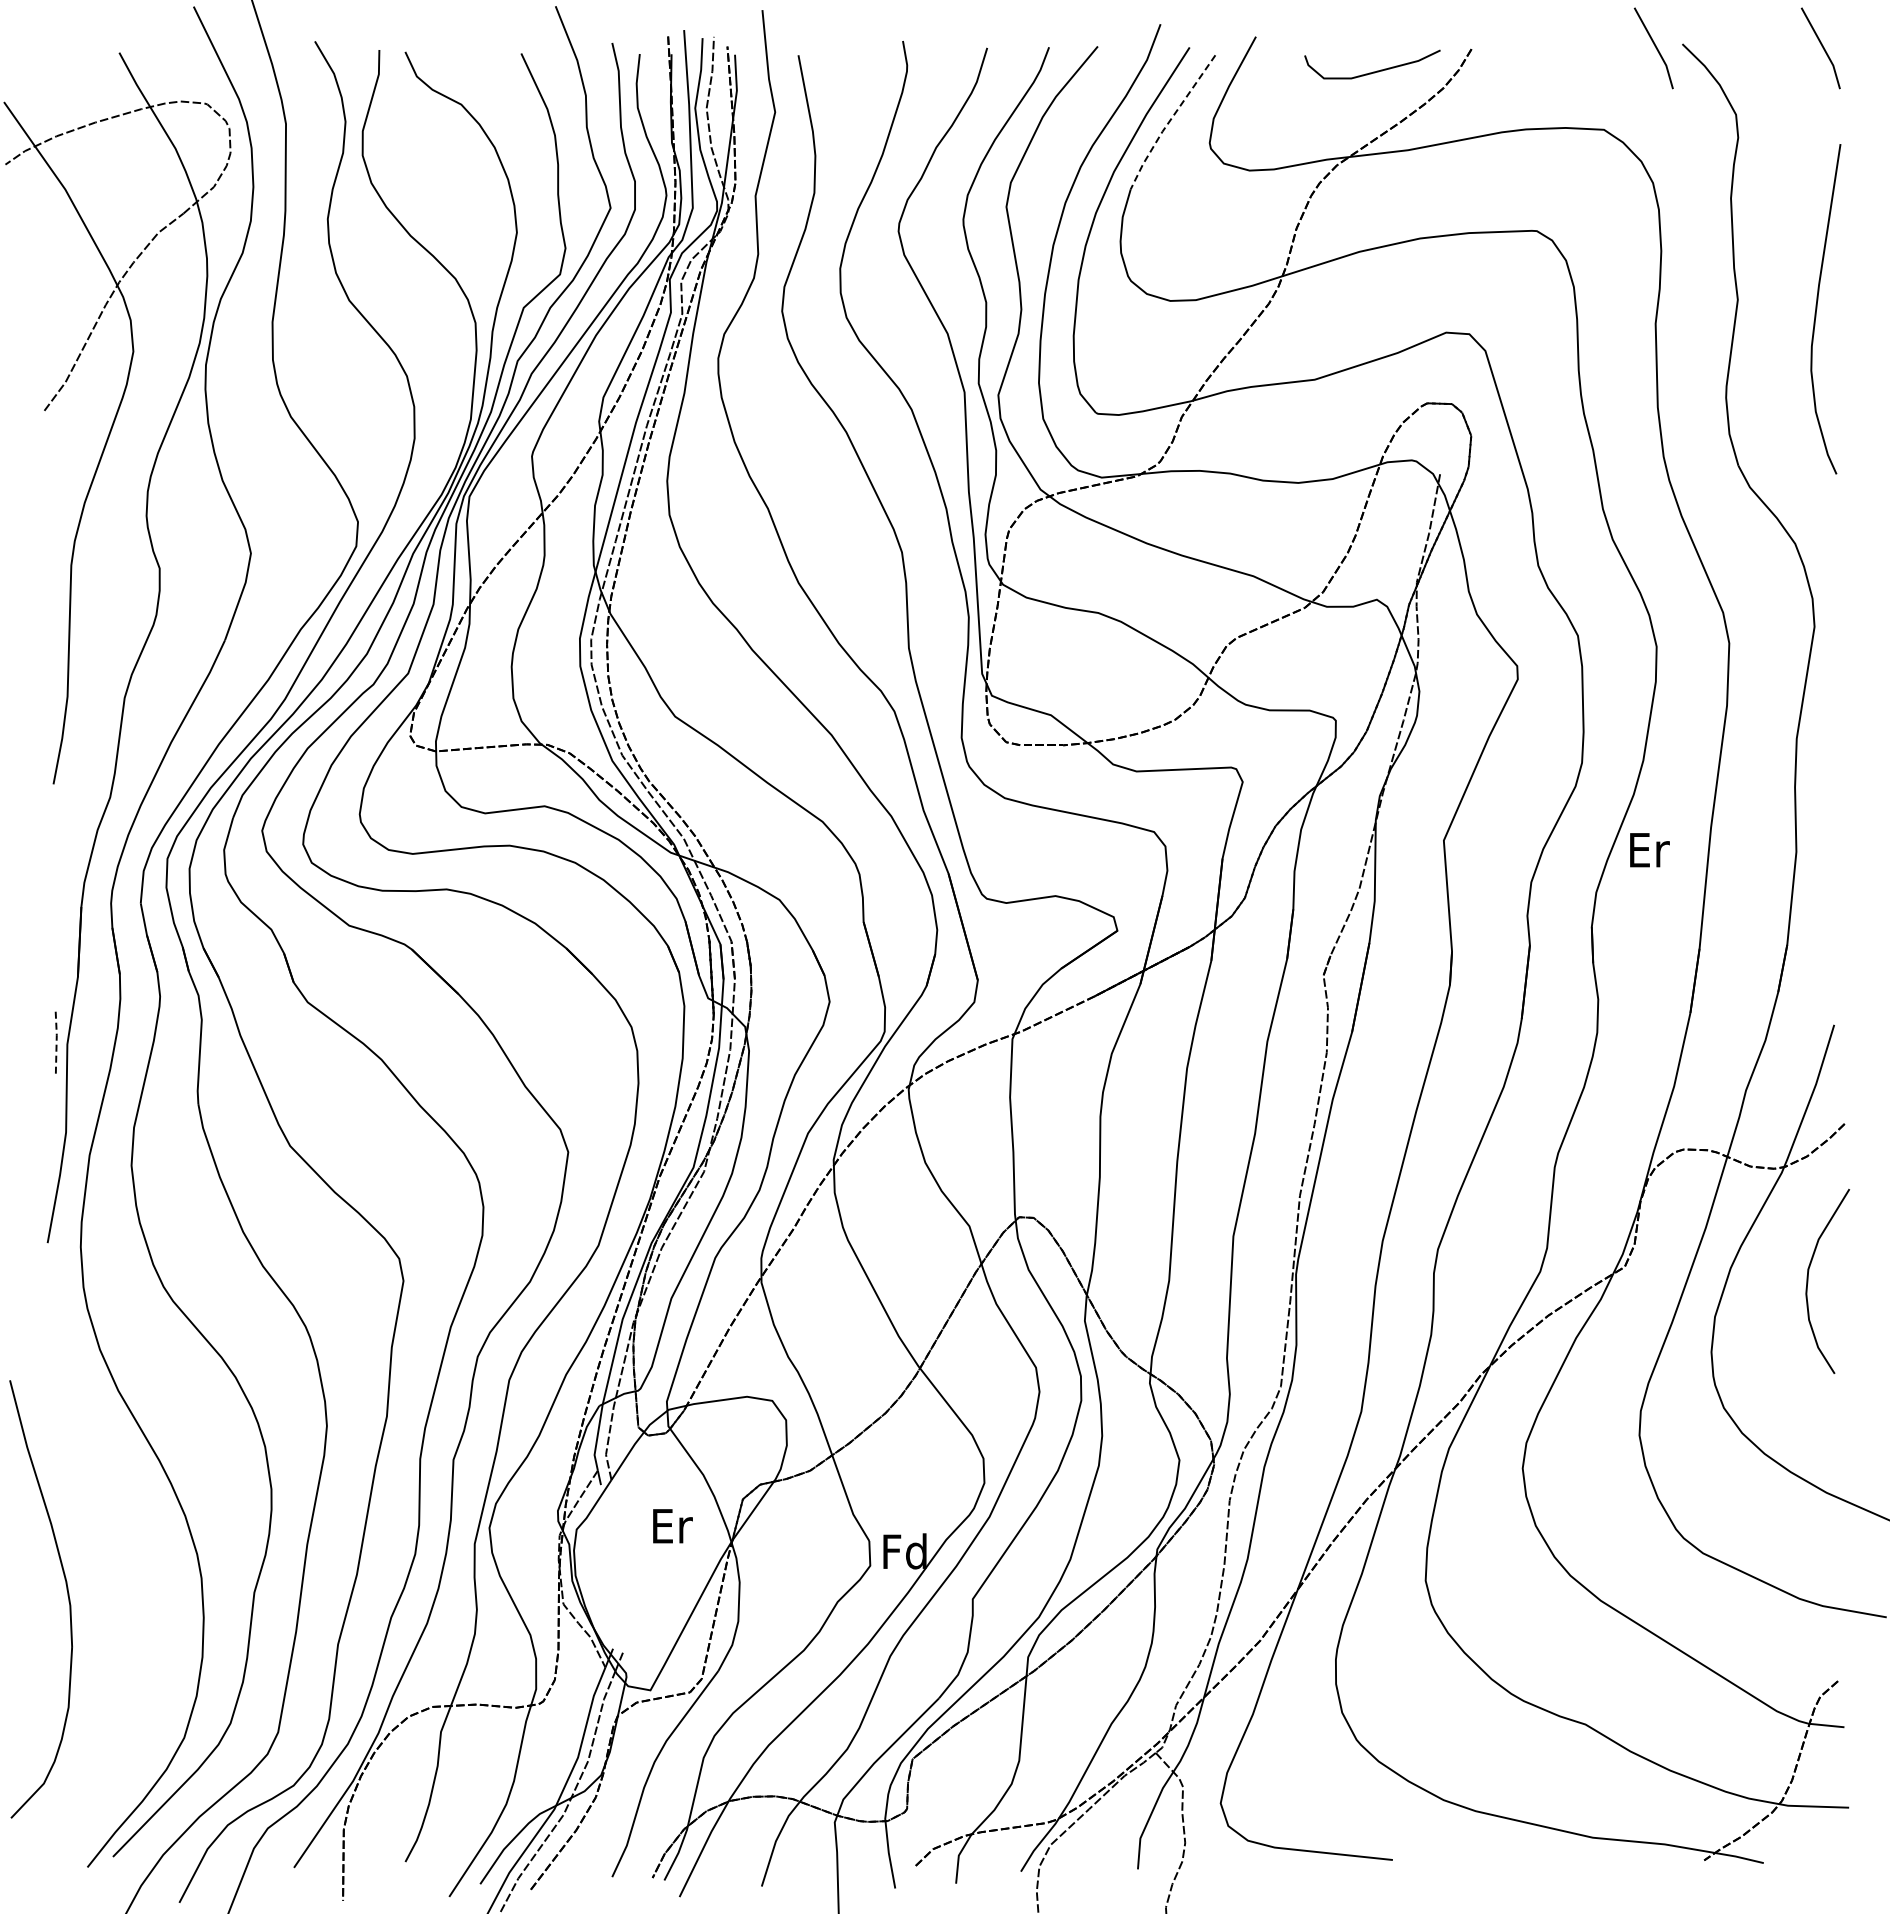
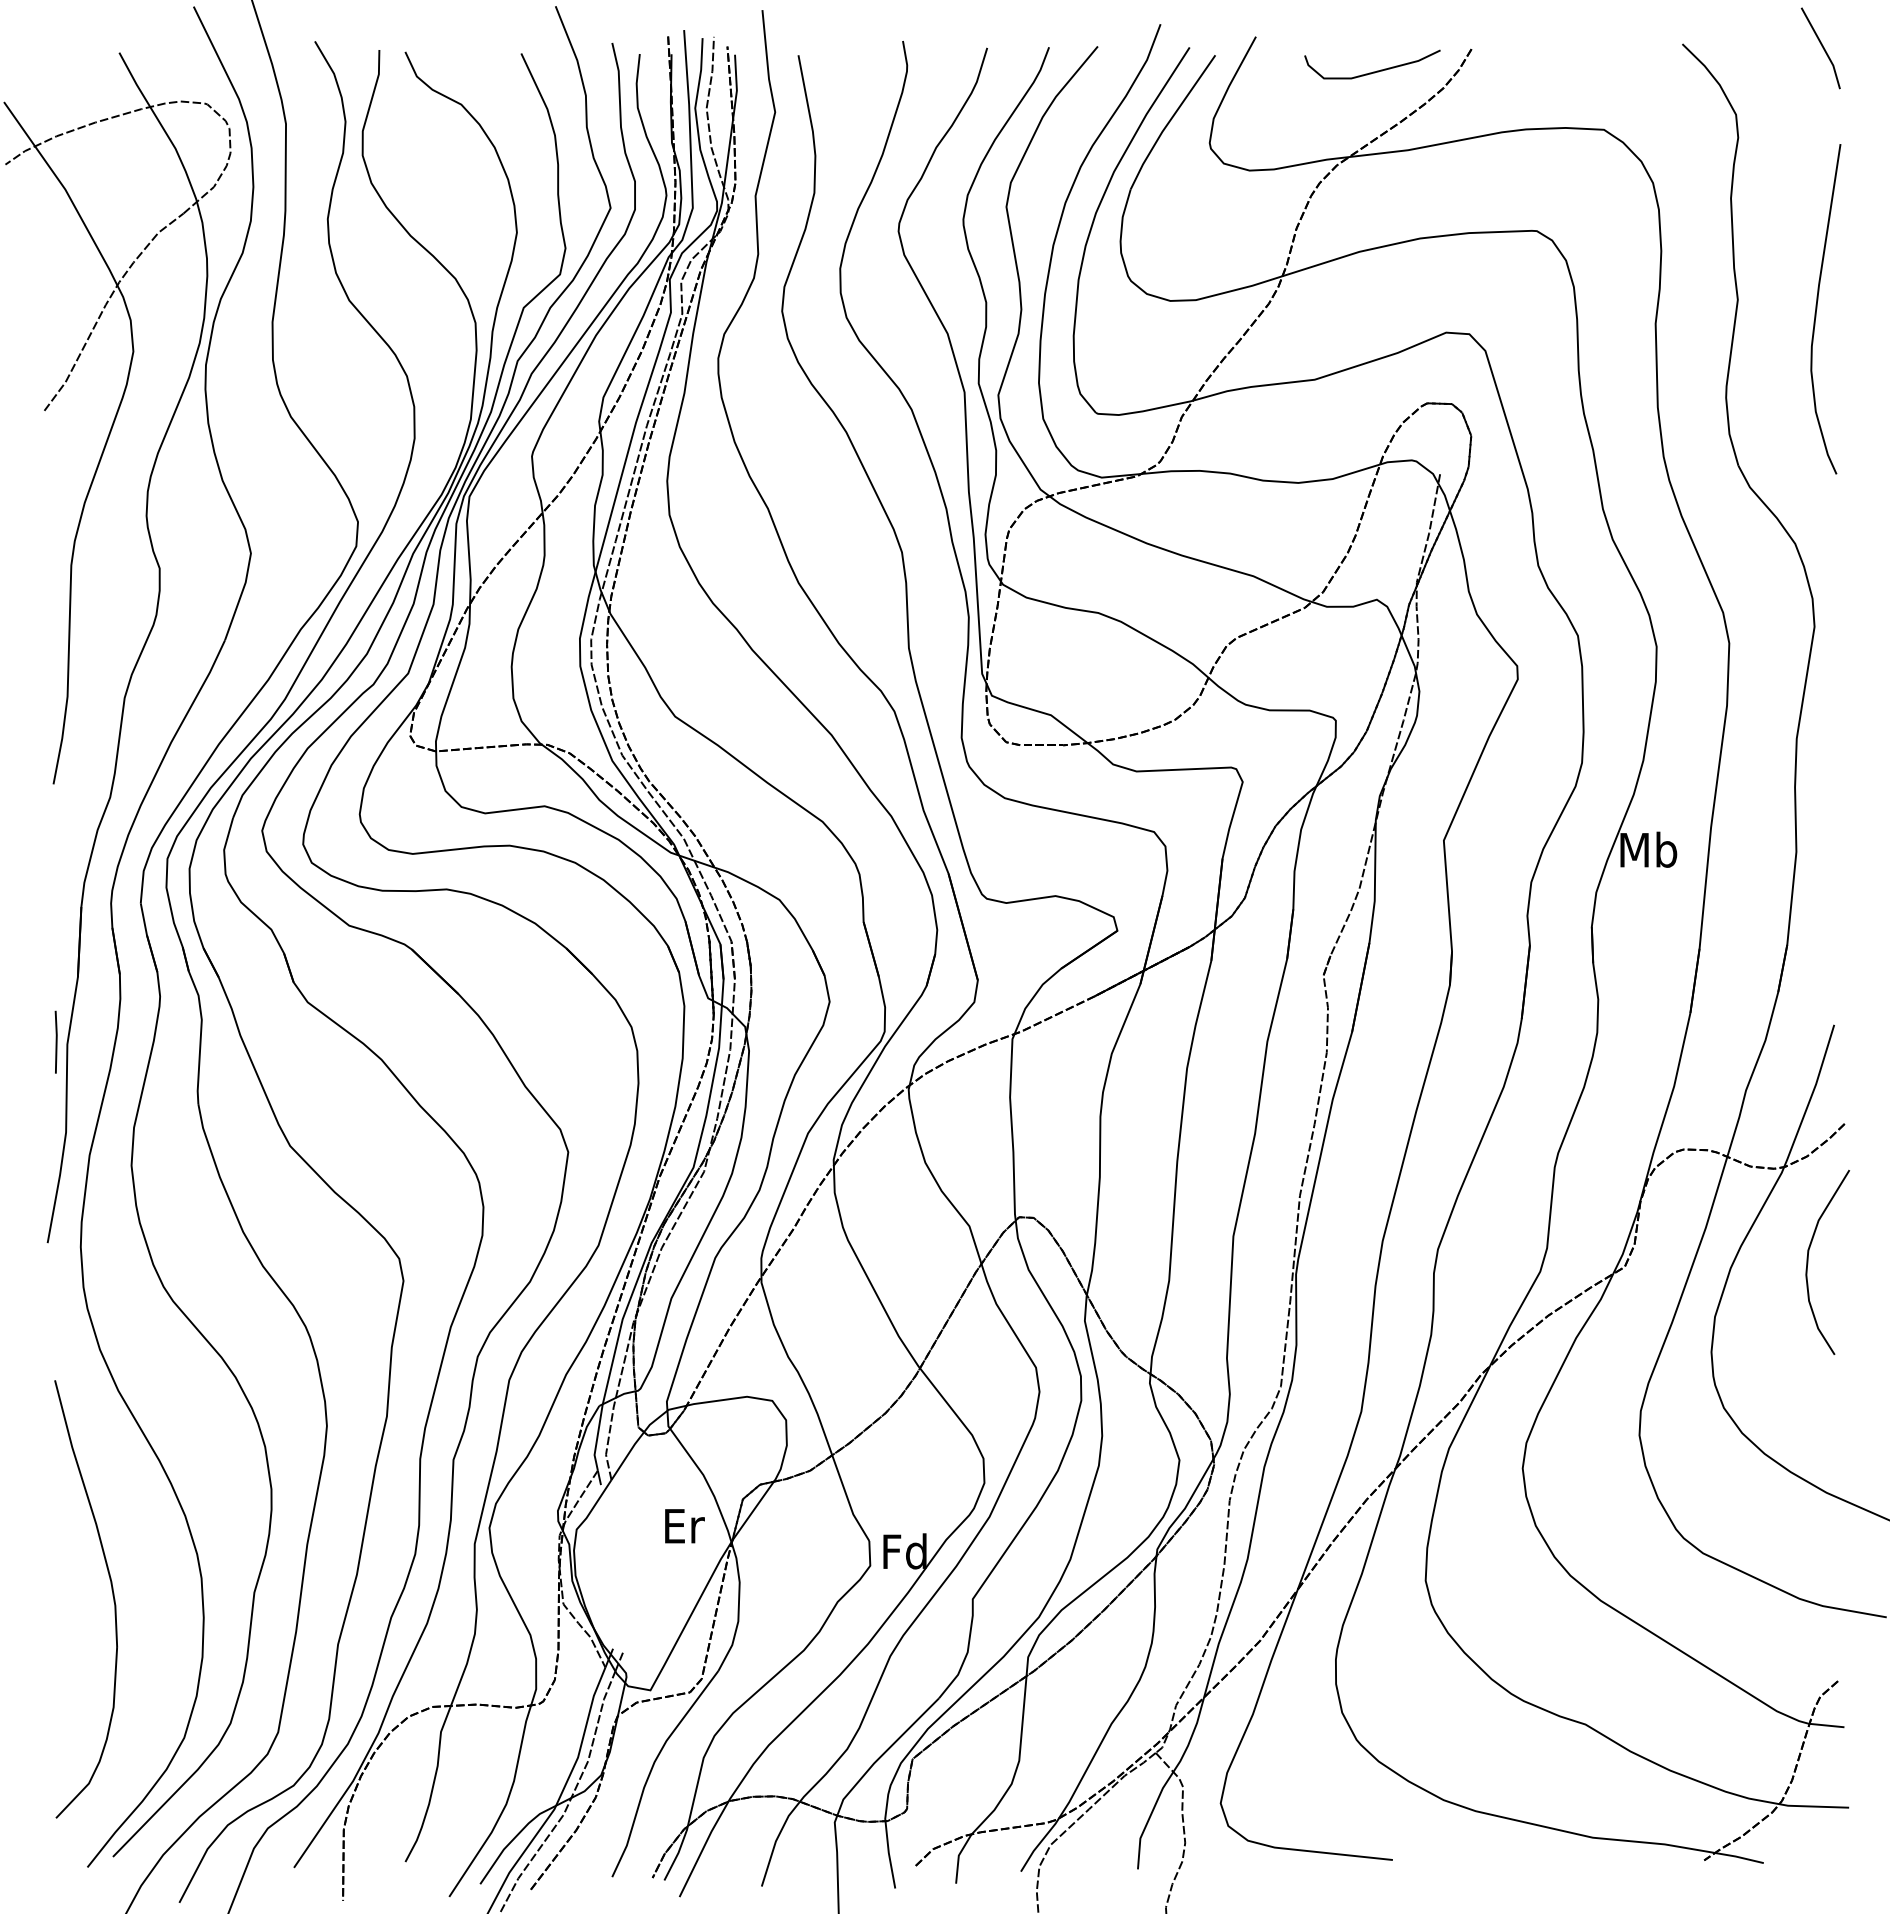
line at (1655, 48): present -> none
line at (1169, 121): dashed -> solid
text at (1648, 849): Er -> Mb
line at (56, 1041): dashed -> solid
curve at (1808, 1280) position: (1808, 1280) -> (1808, 1261)
text at (672, 1526) position: (672, 1526) -> (684, 1526)
part at (67, 1596) position: (67, 1596) -> (112, 1596)
